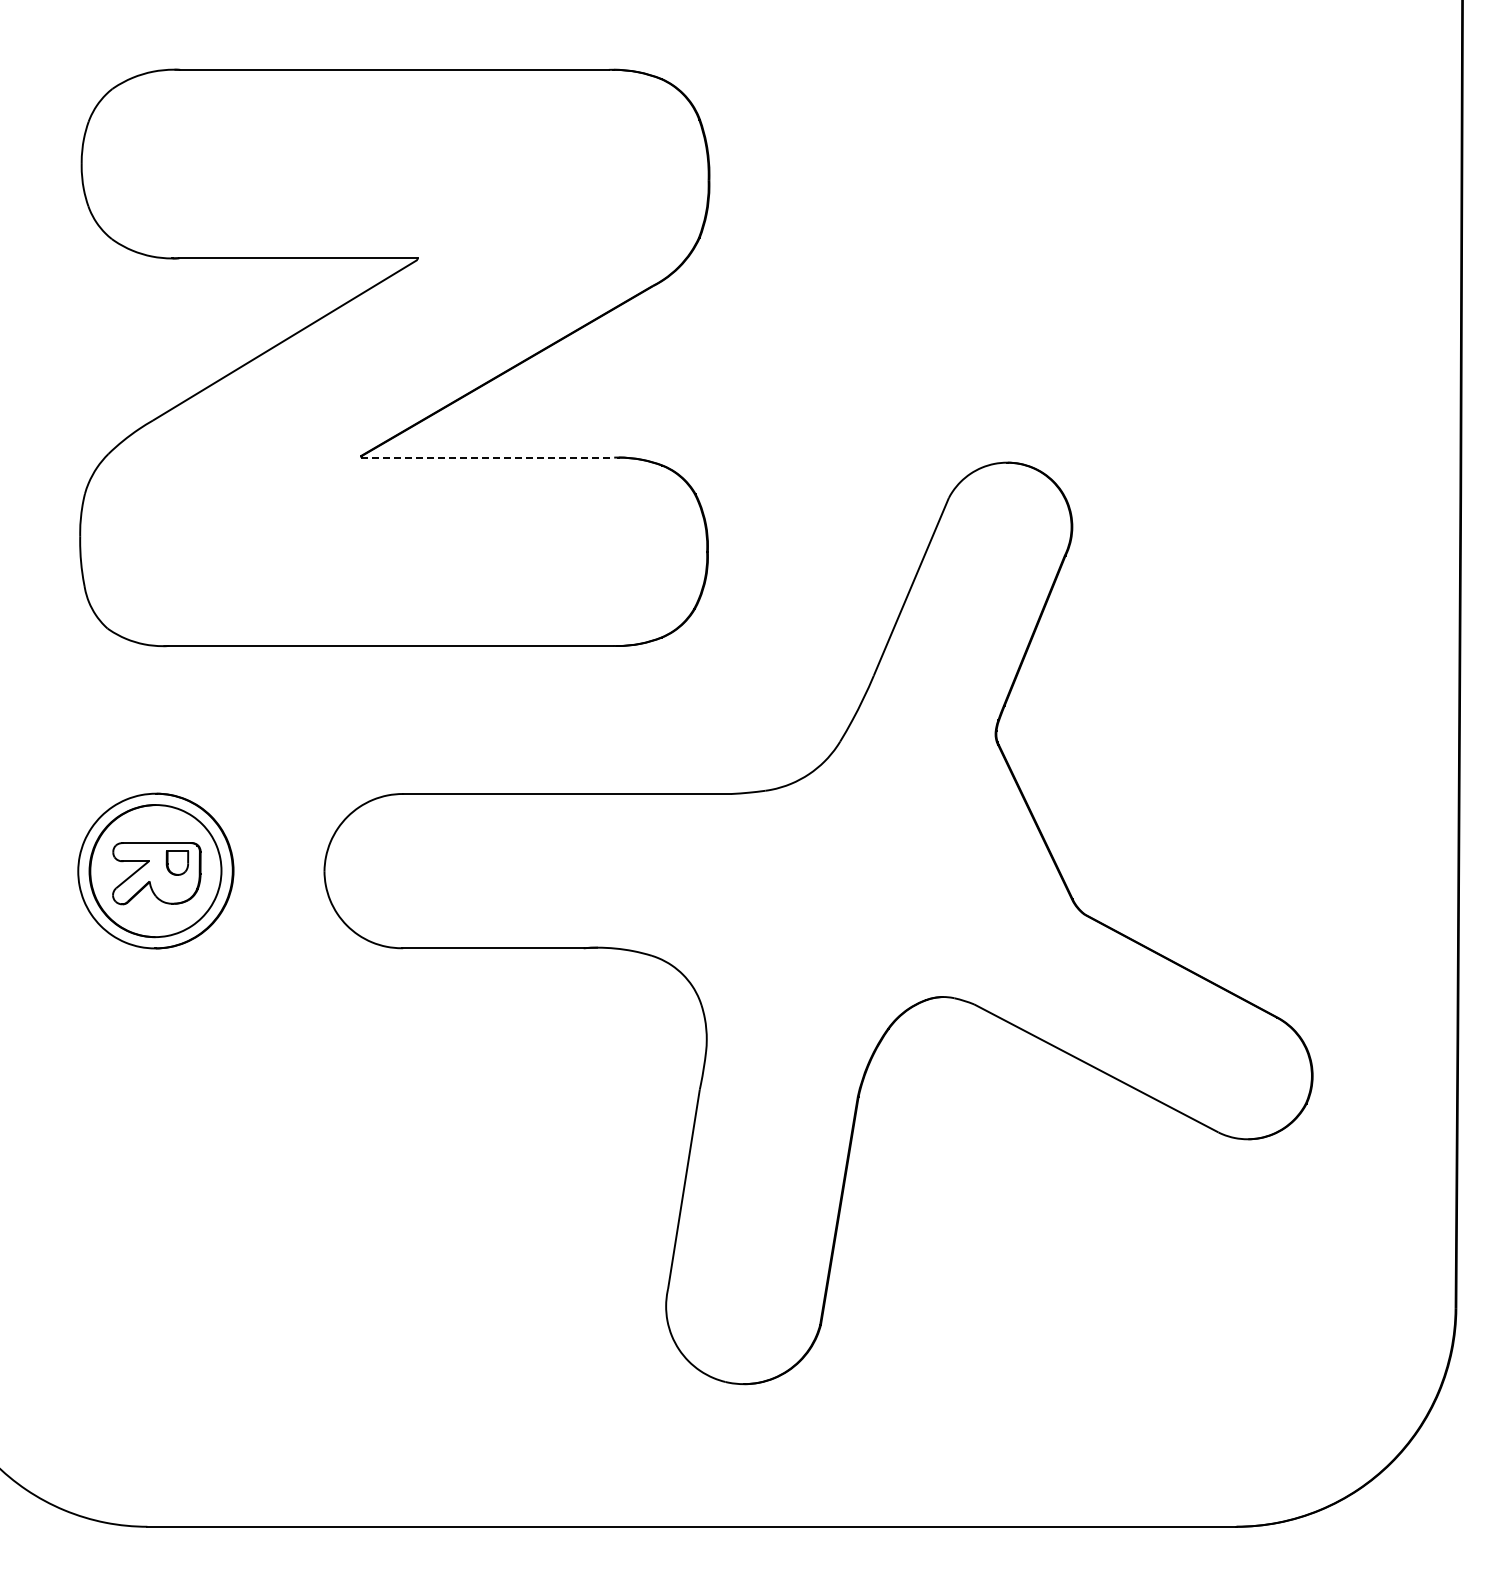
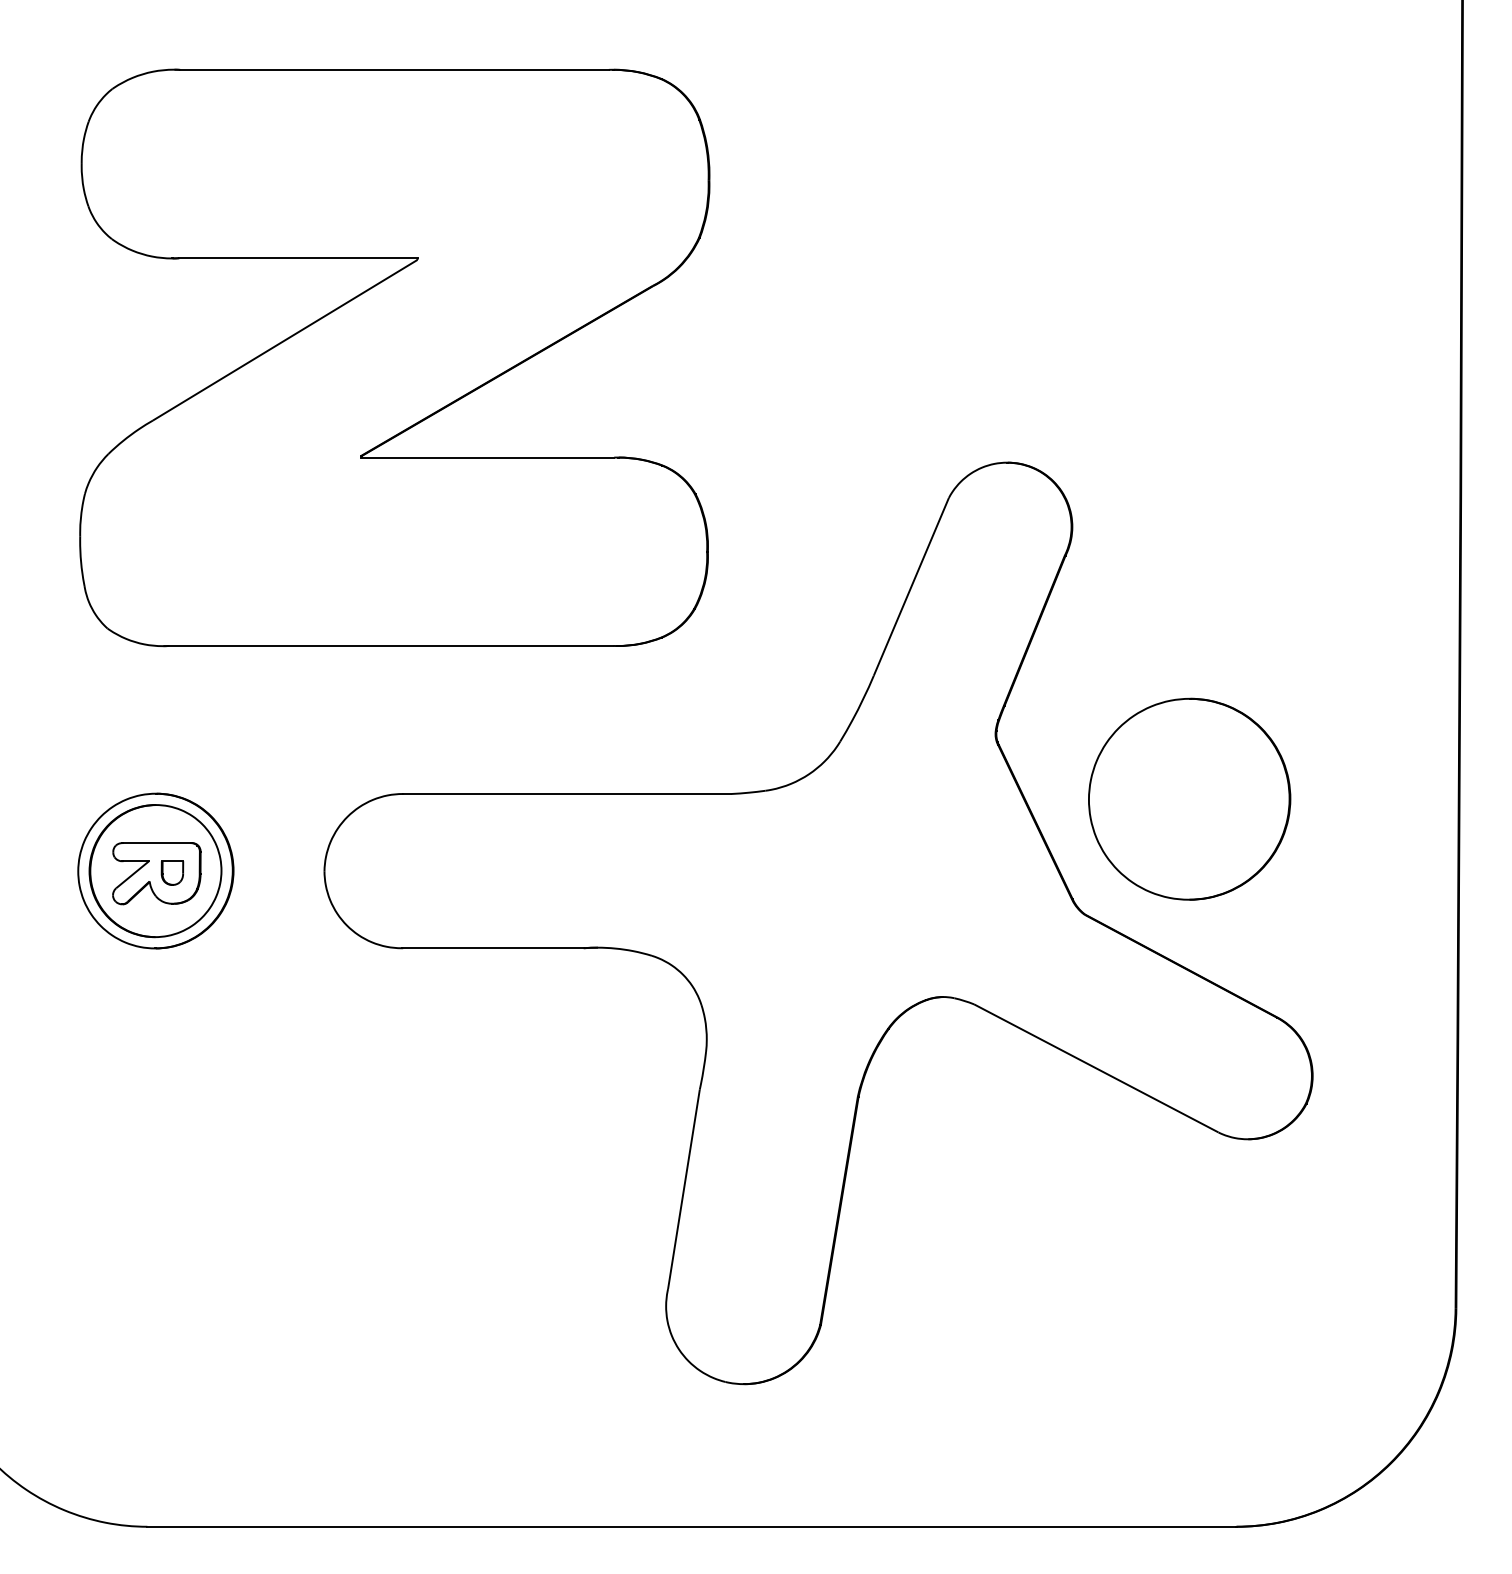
line at (487, 457): dashed -> solid
part at (1189, 798): none -> present
part at (177, 862) position: (177, 862) -> (172, 872)
